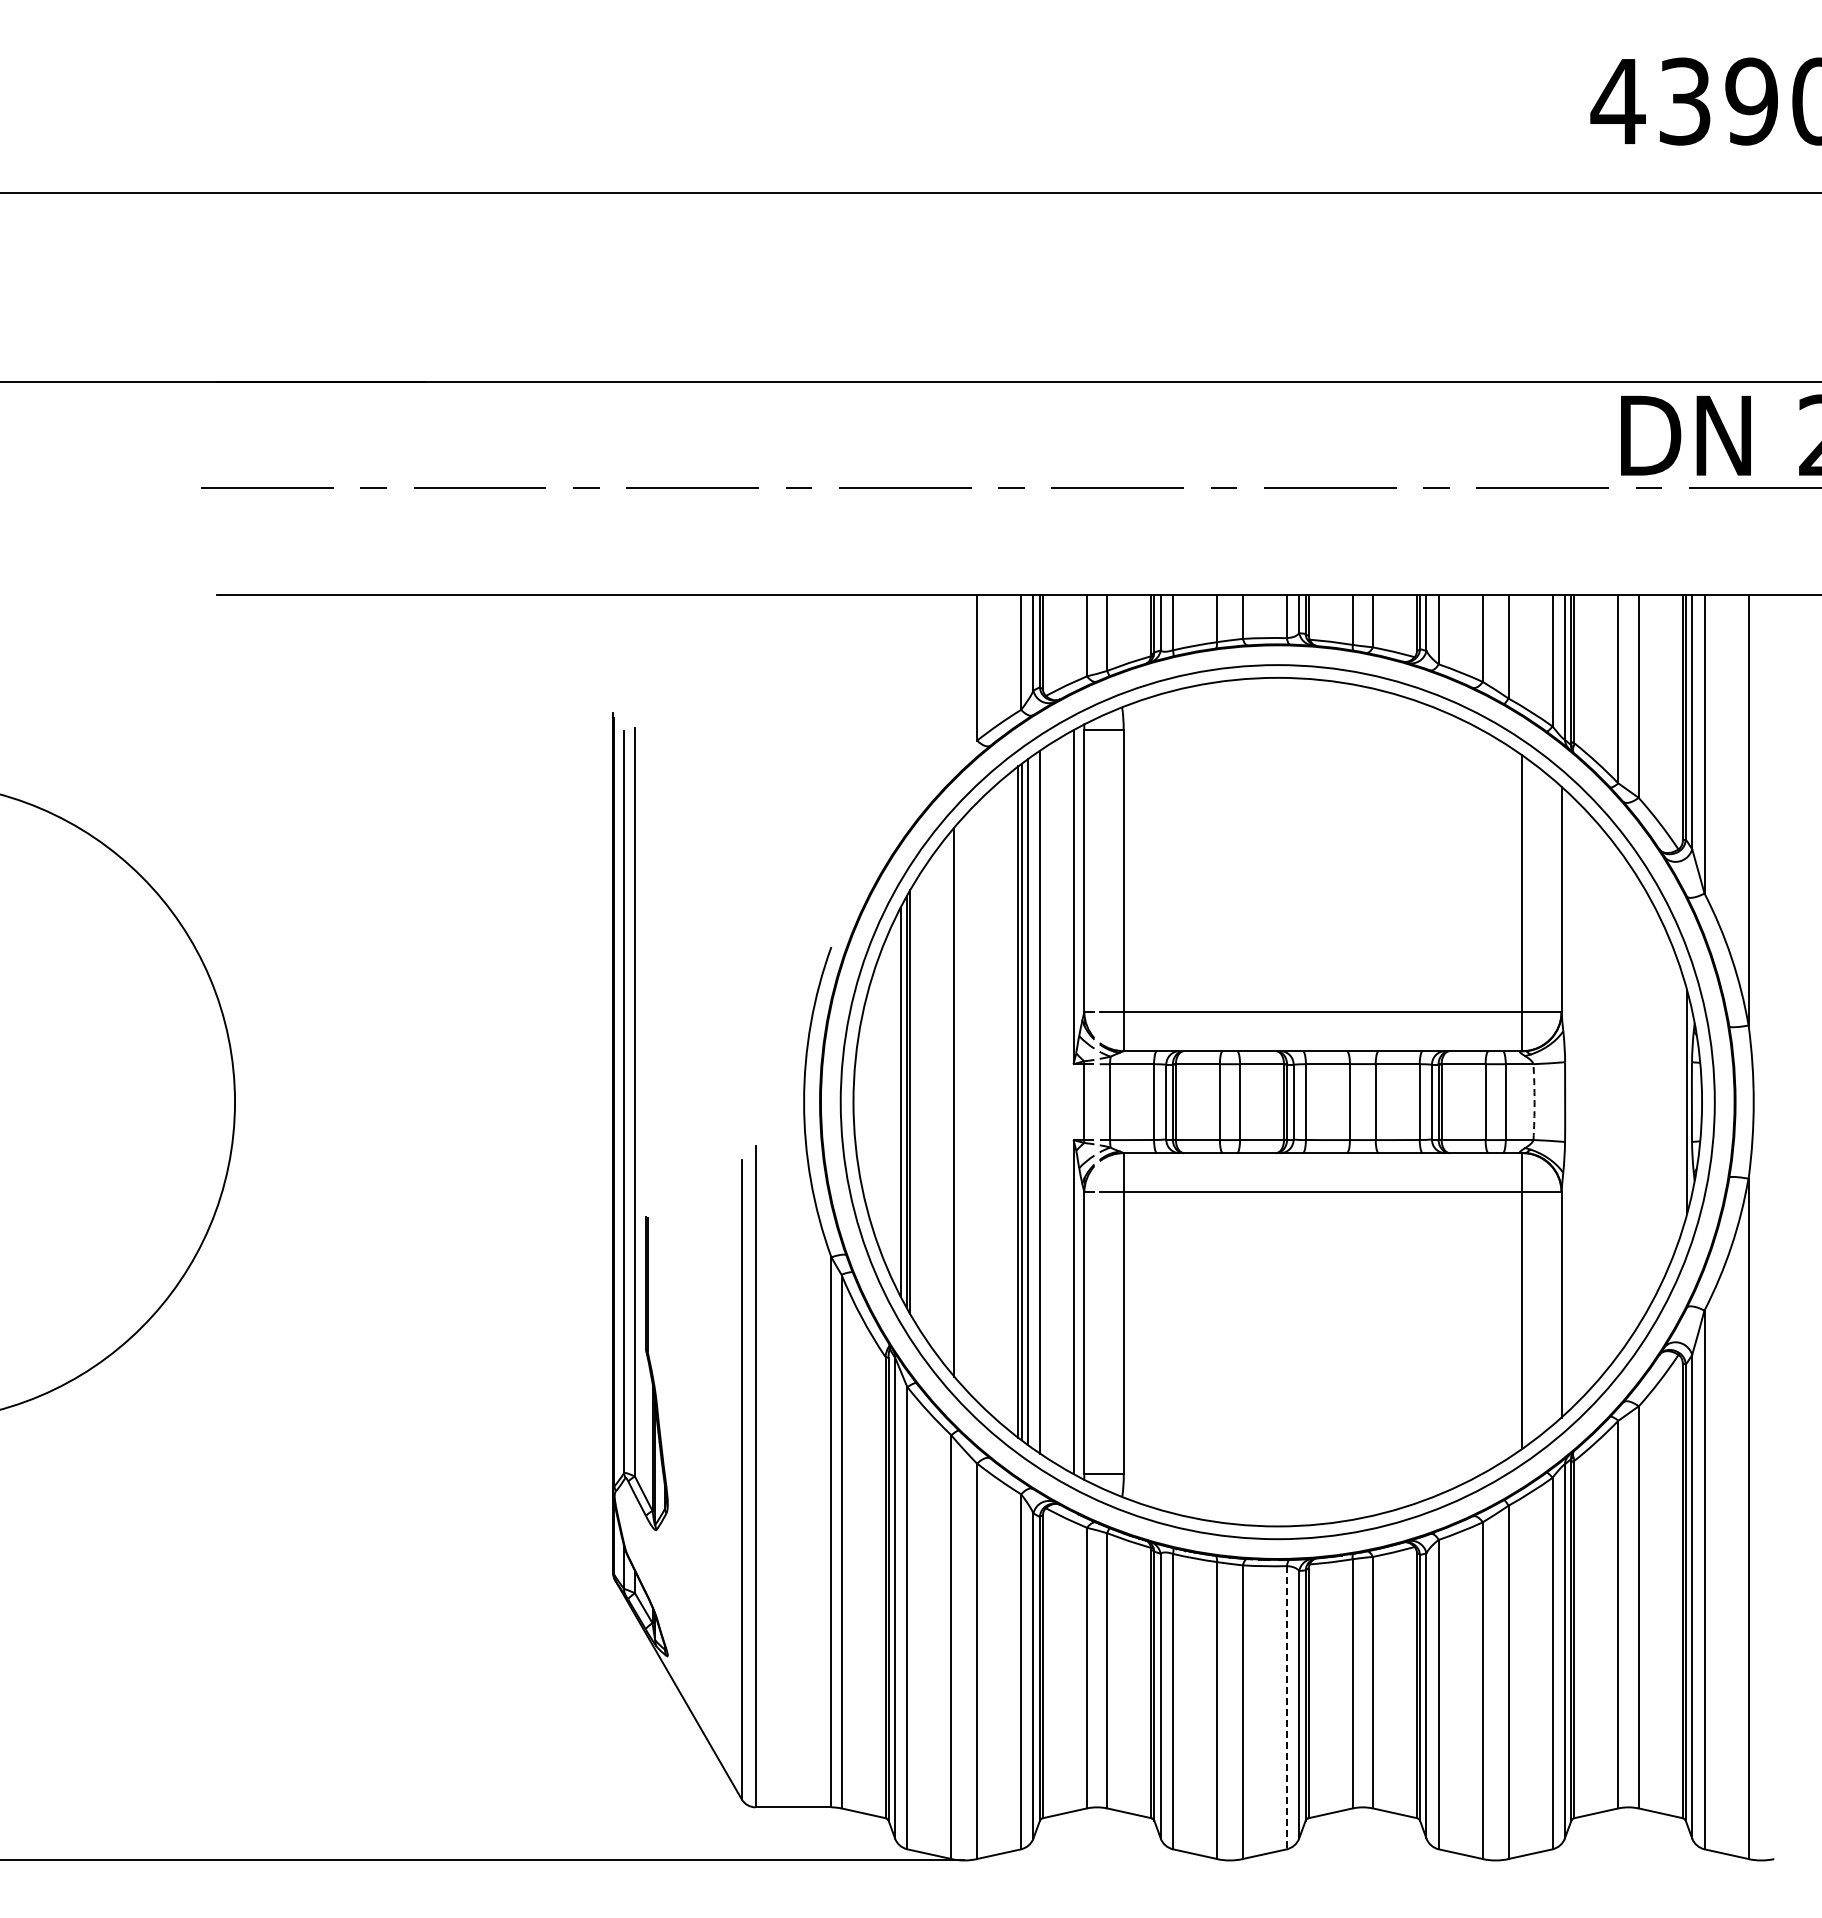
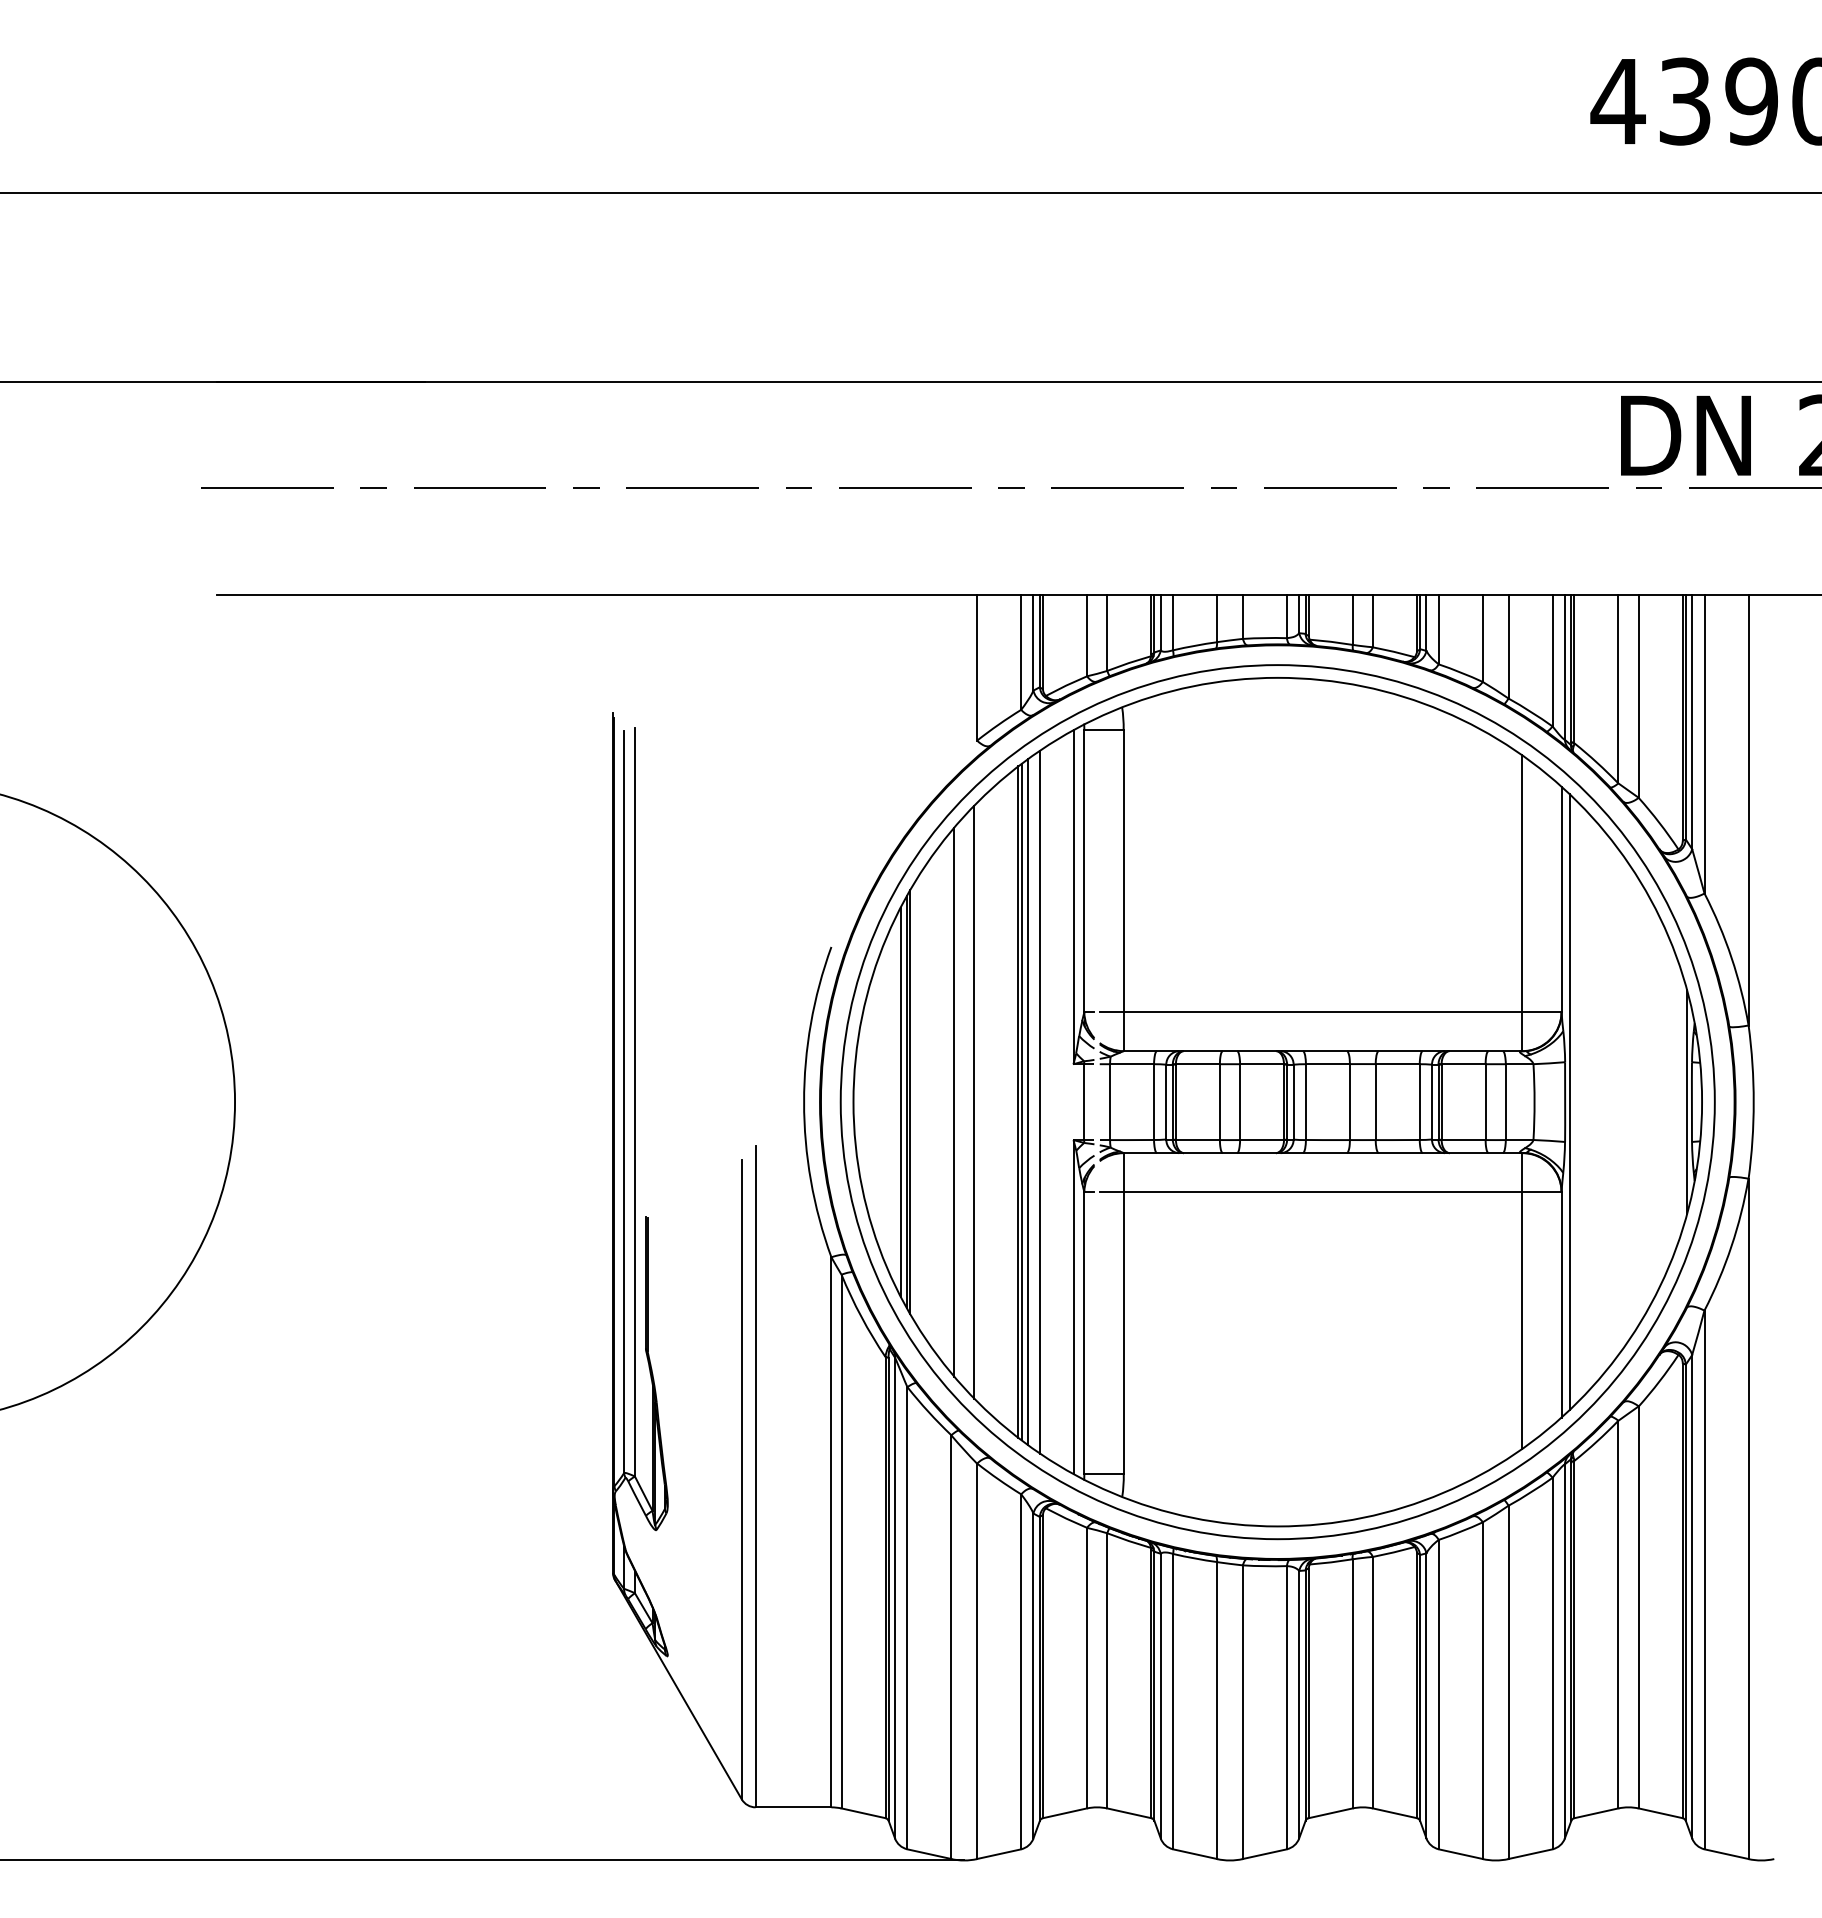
line at (974, 1101): none -> present
line at (1570, 1101): none -> present
arc at (1534, 1102): dashed -> solid
line at (1286, 1707): dashed -> solid
